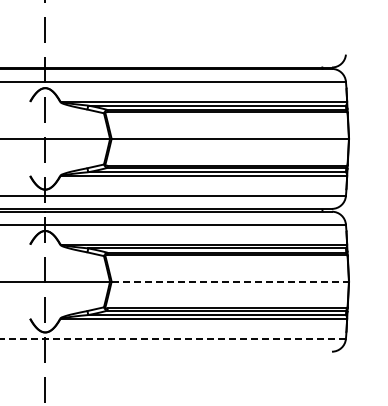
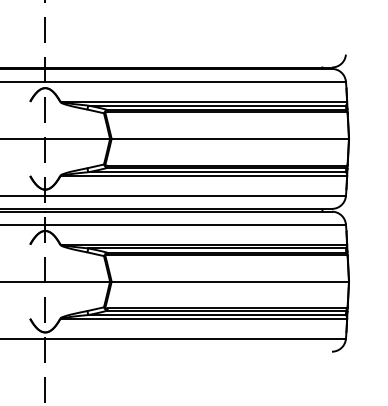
line at (230, 281): dashed -> solid
line at (173, 338): dashed -> solid
